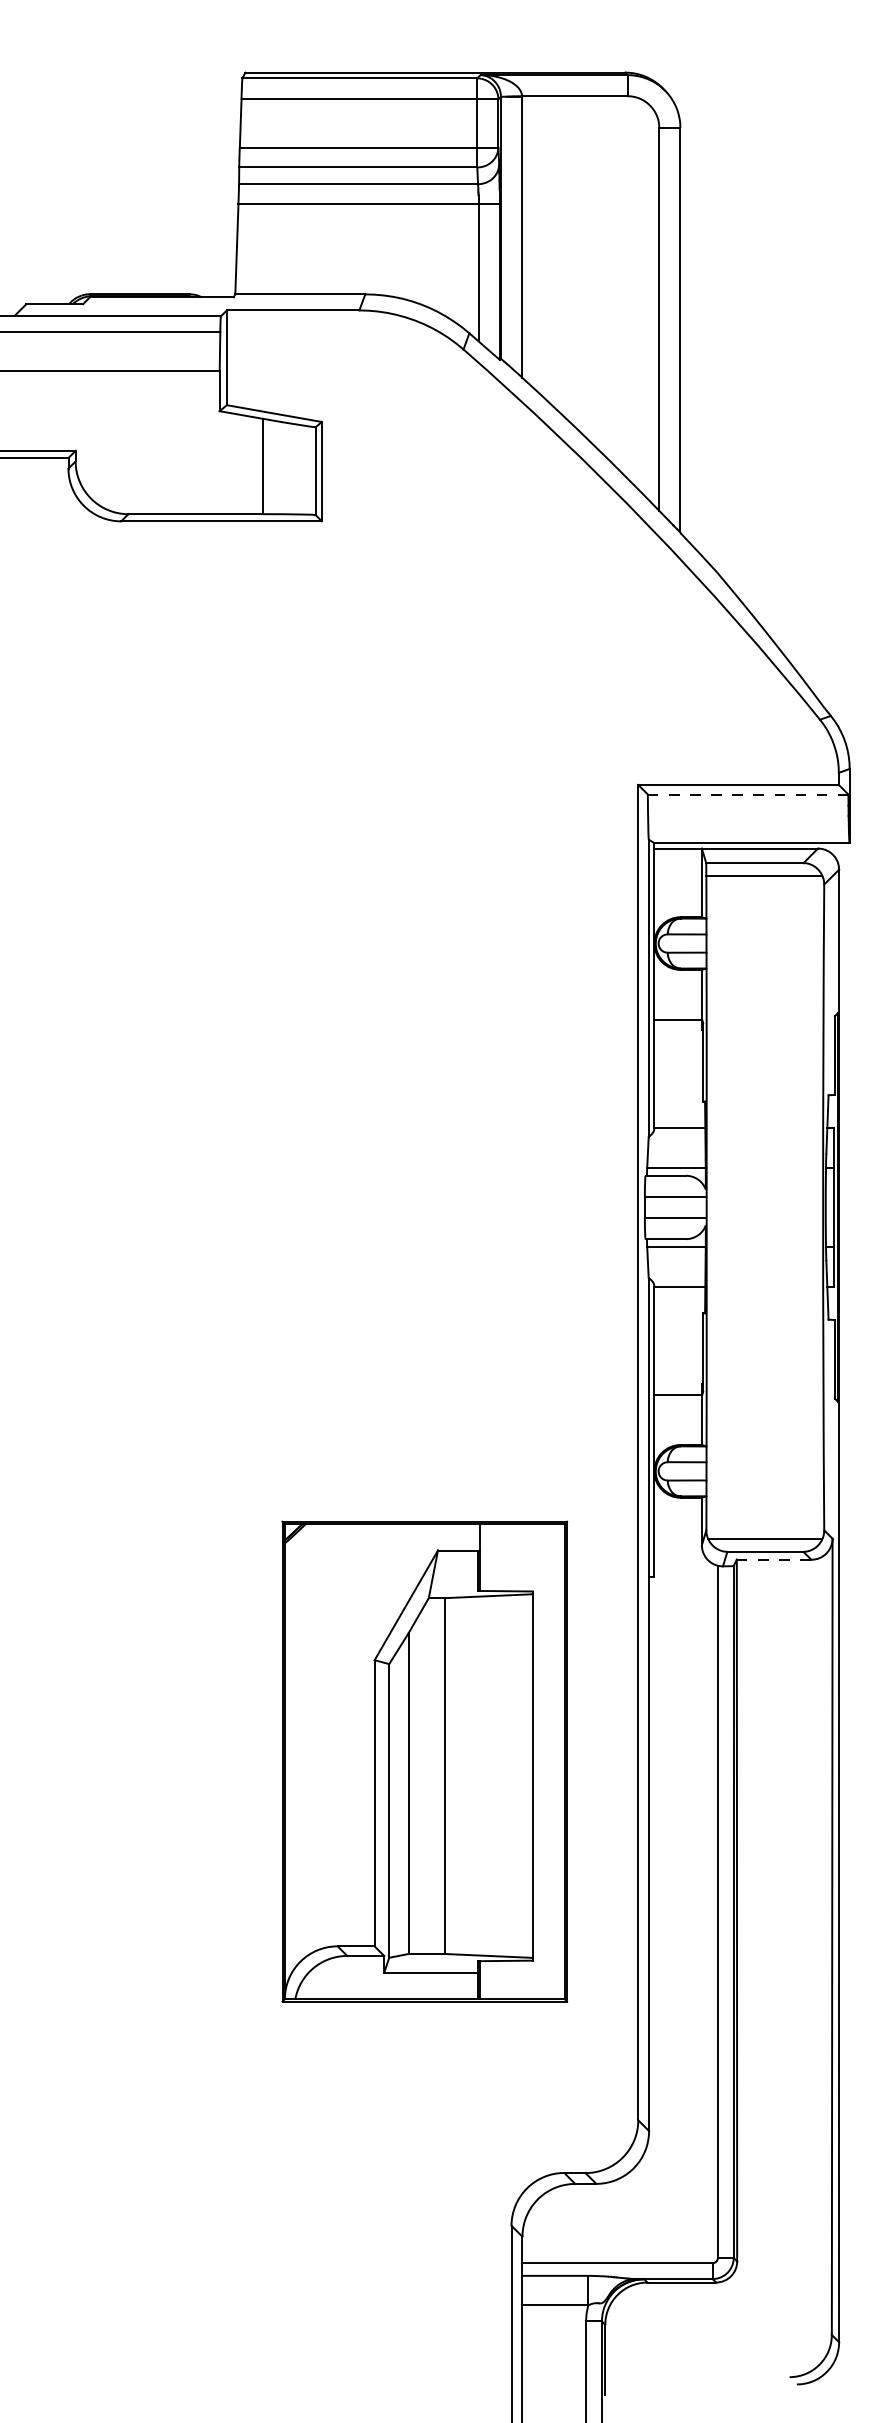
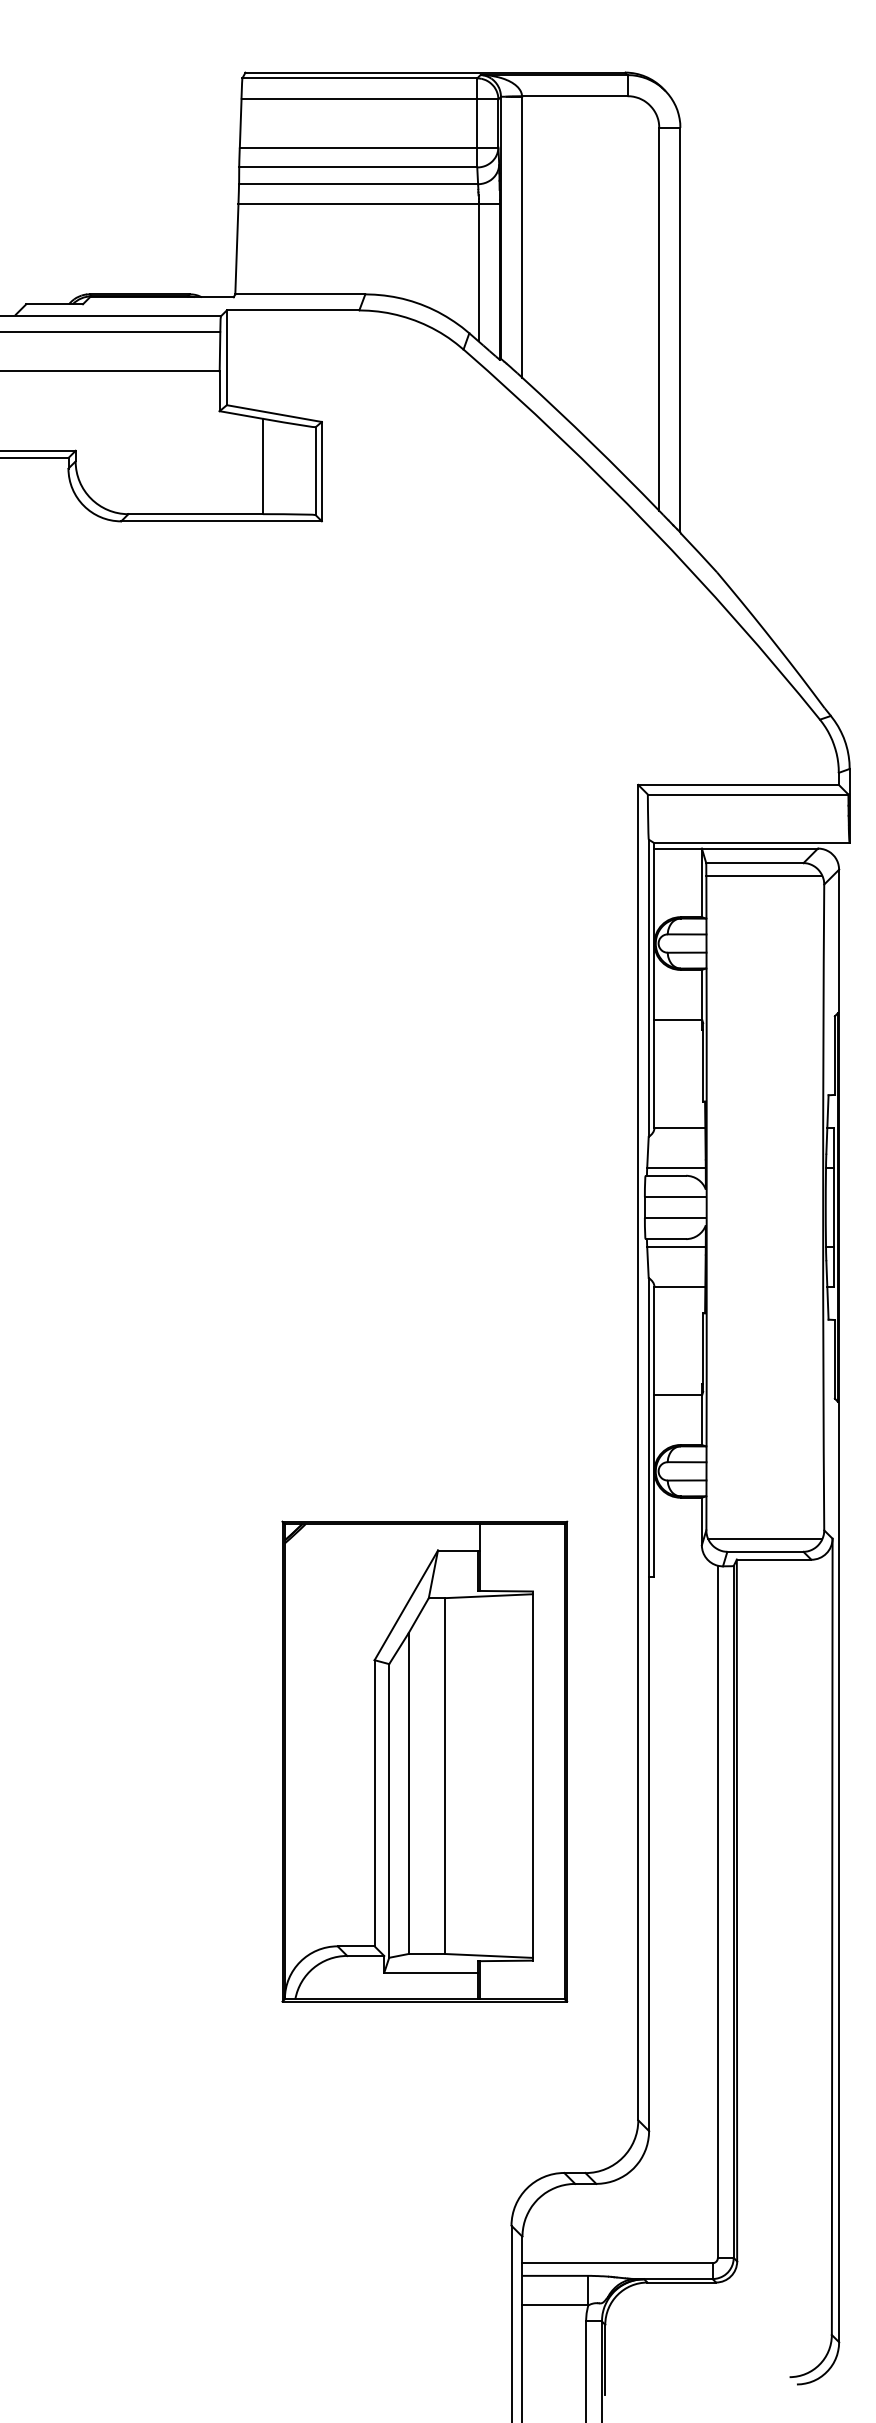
line at (748, 794): dashed -> solid
line at (774, 1559): dashed -> solid
